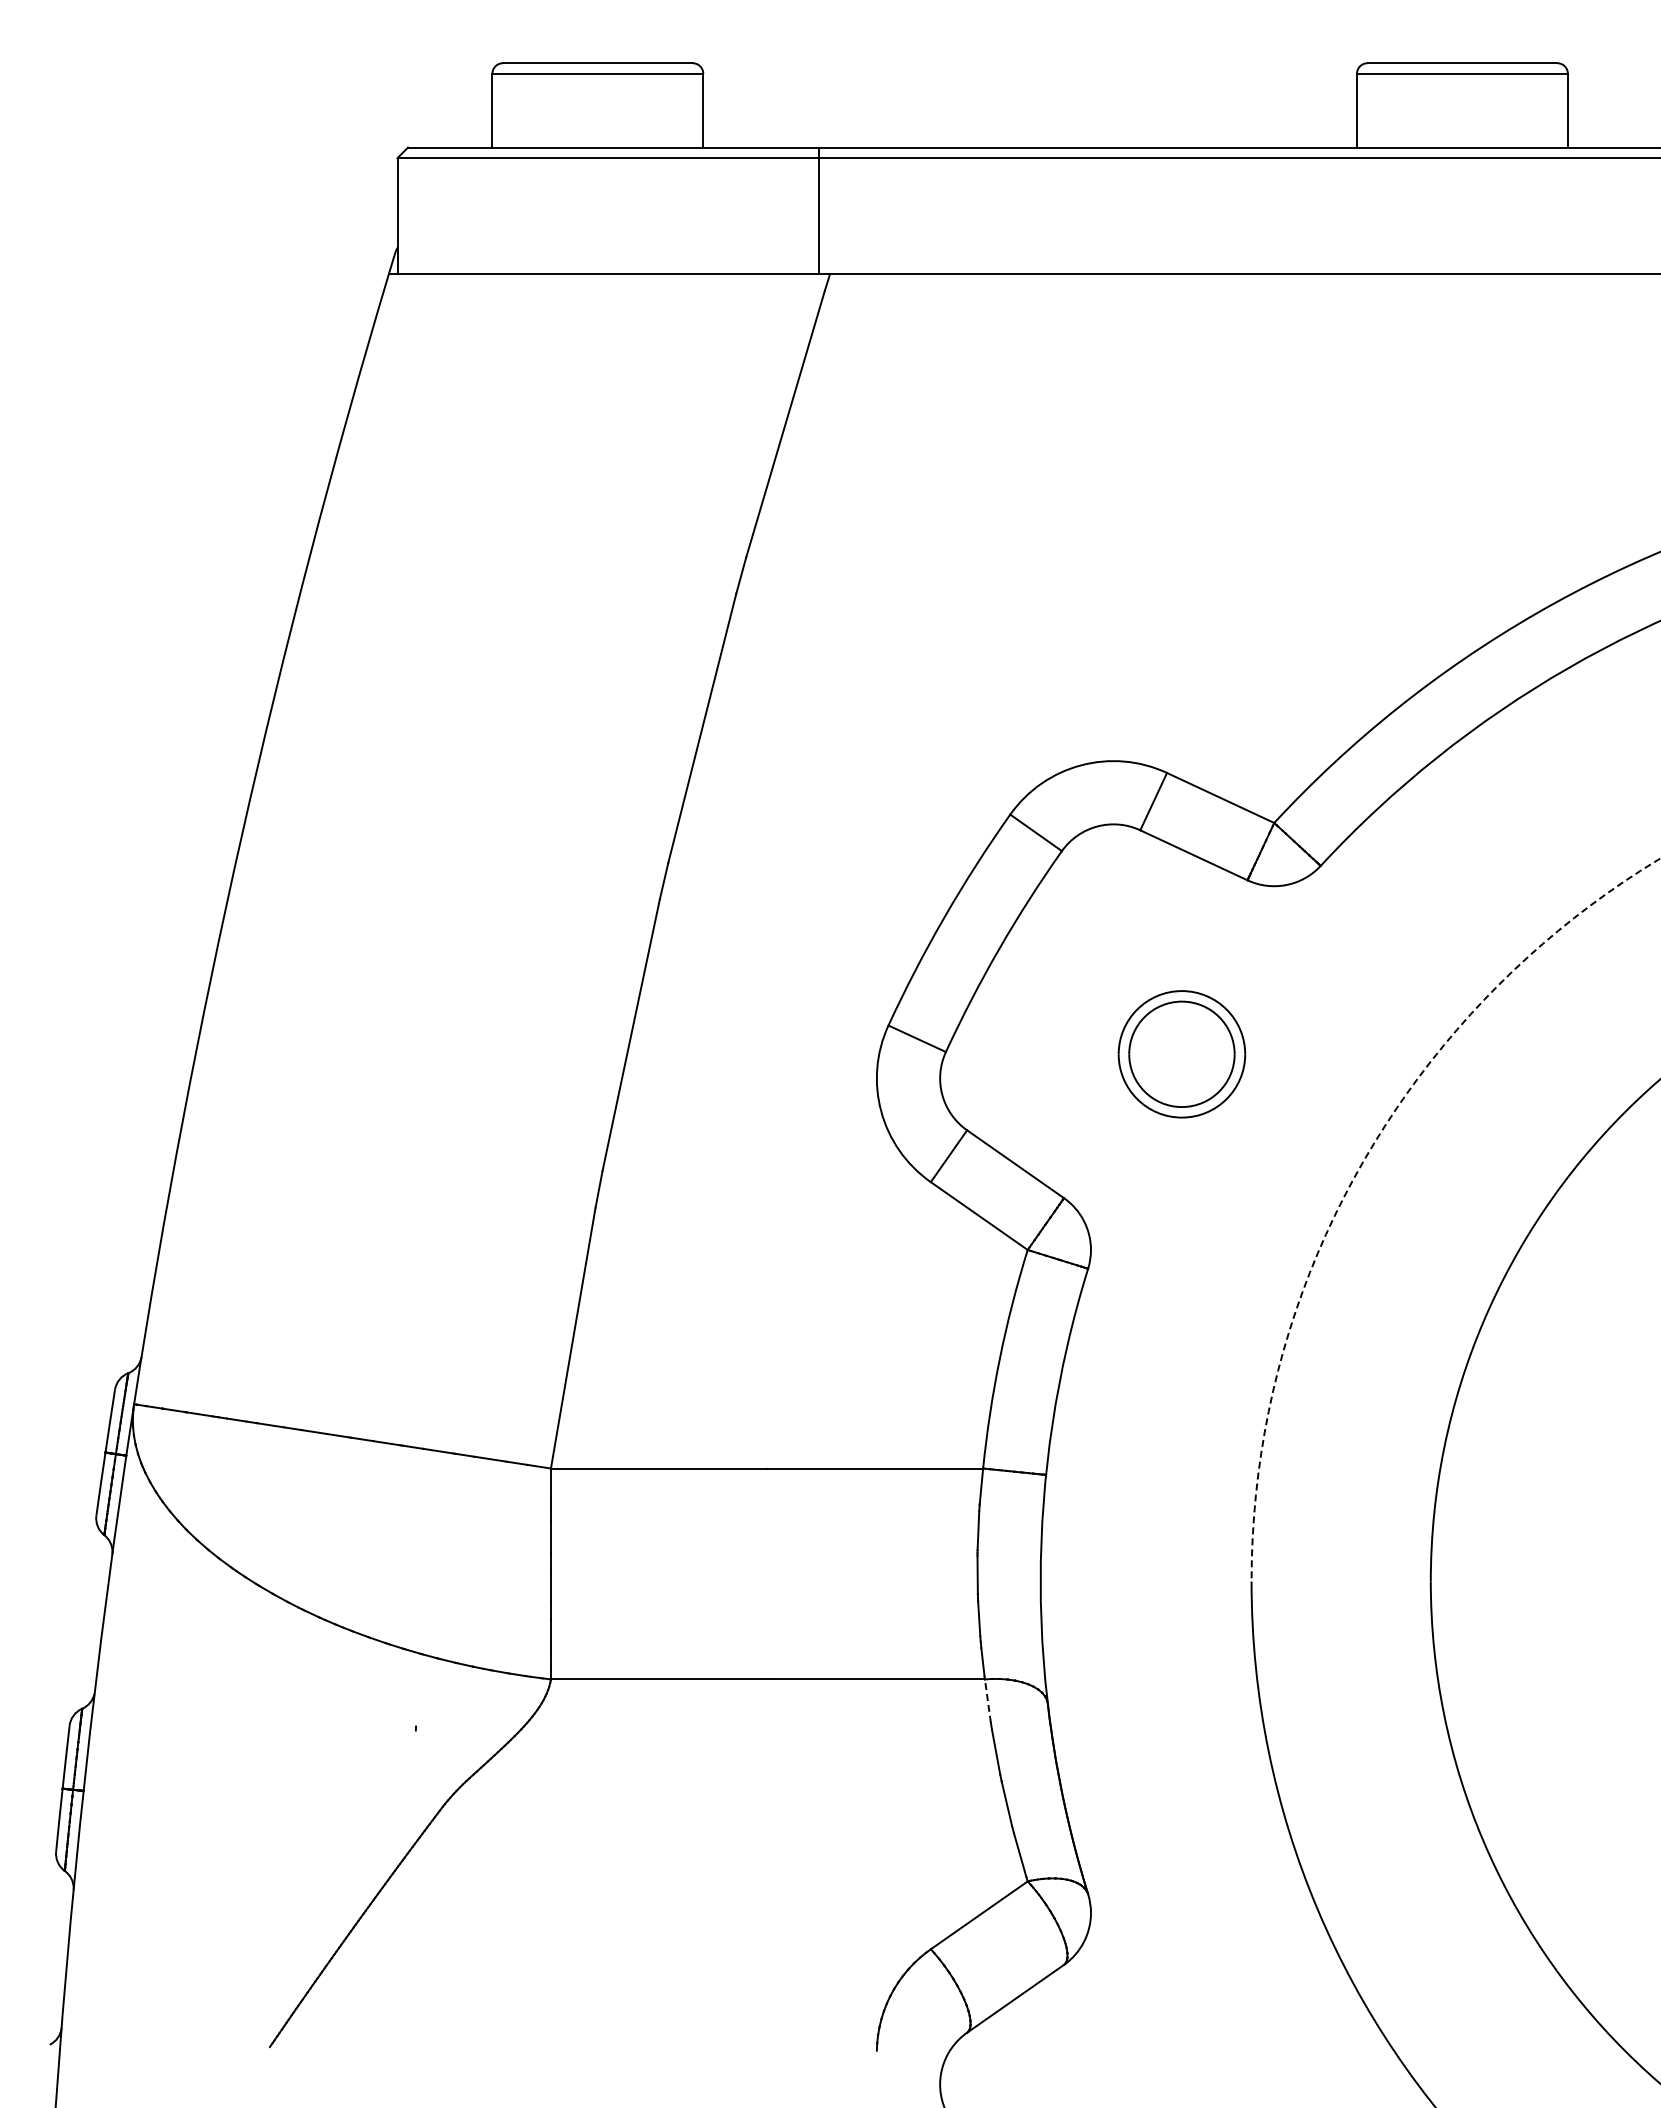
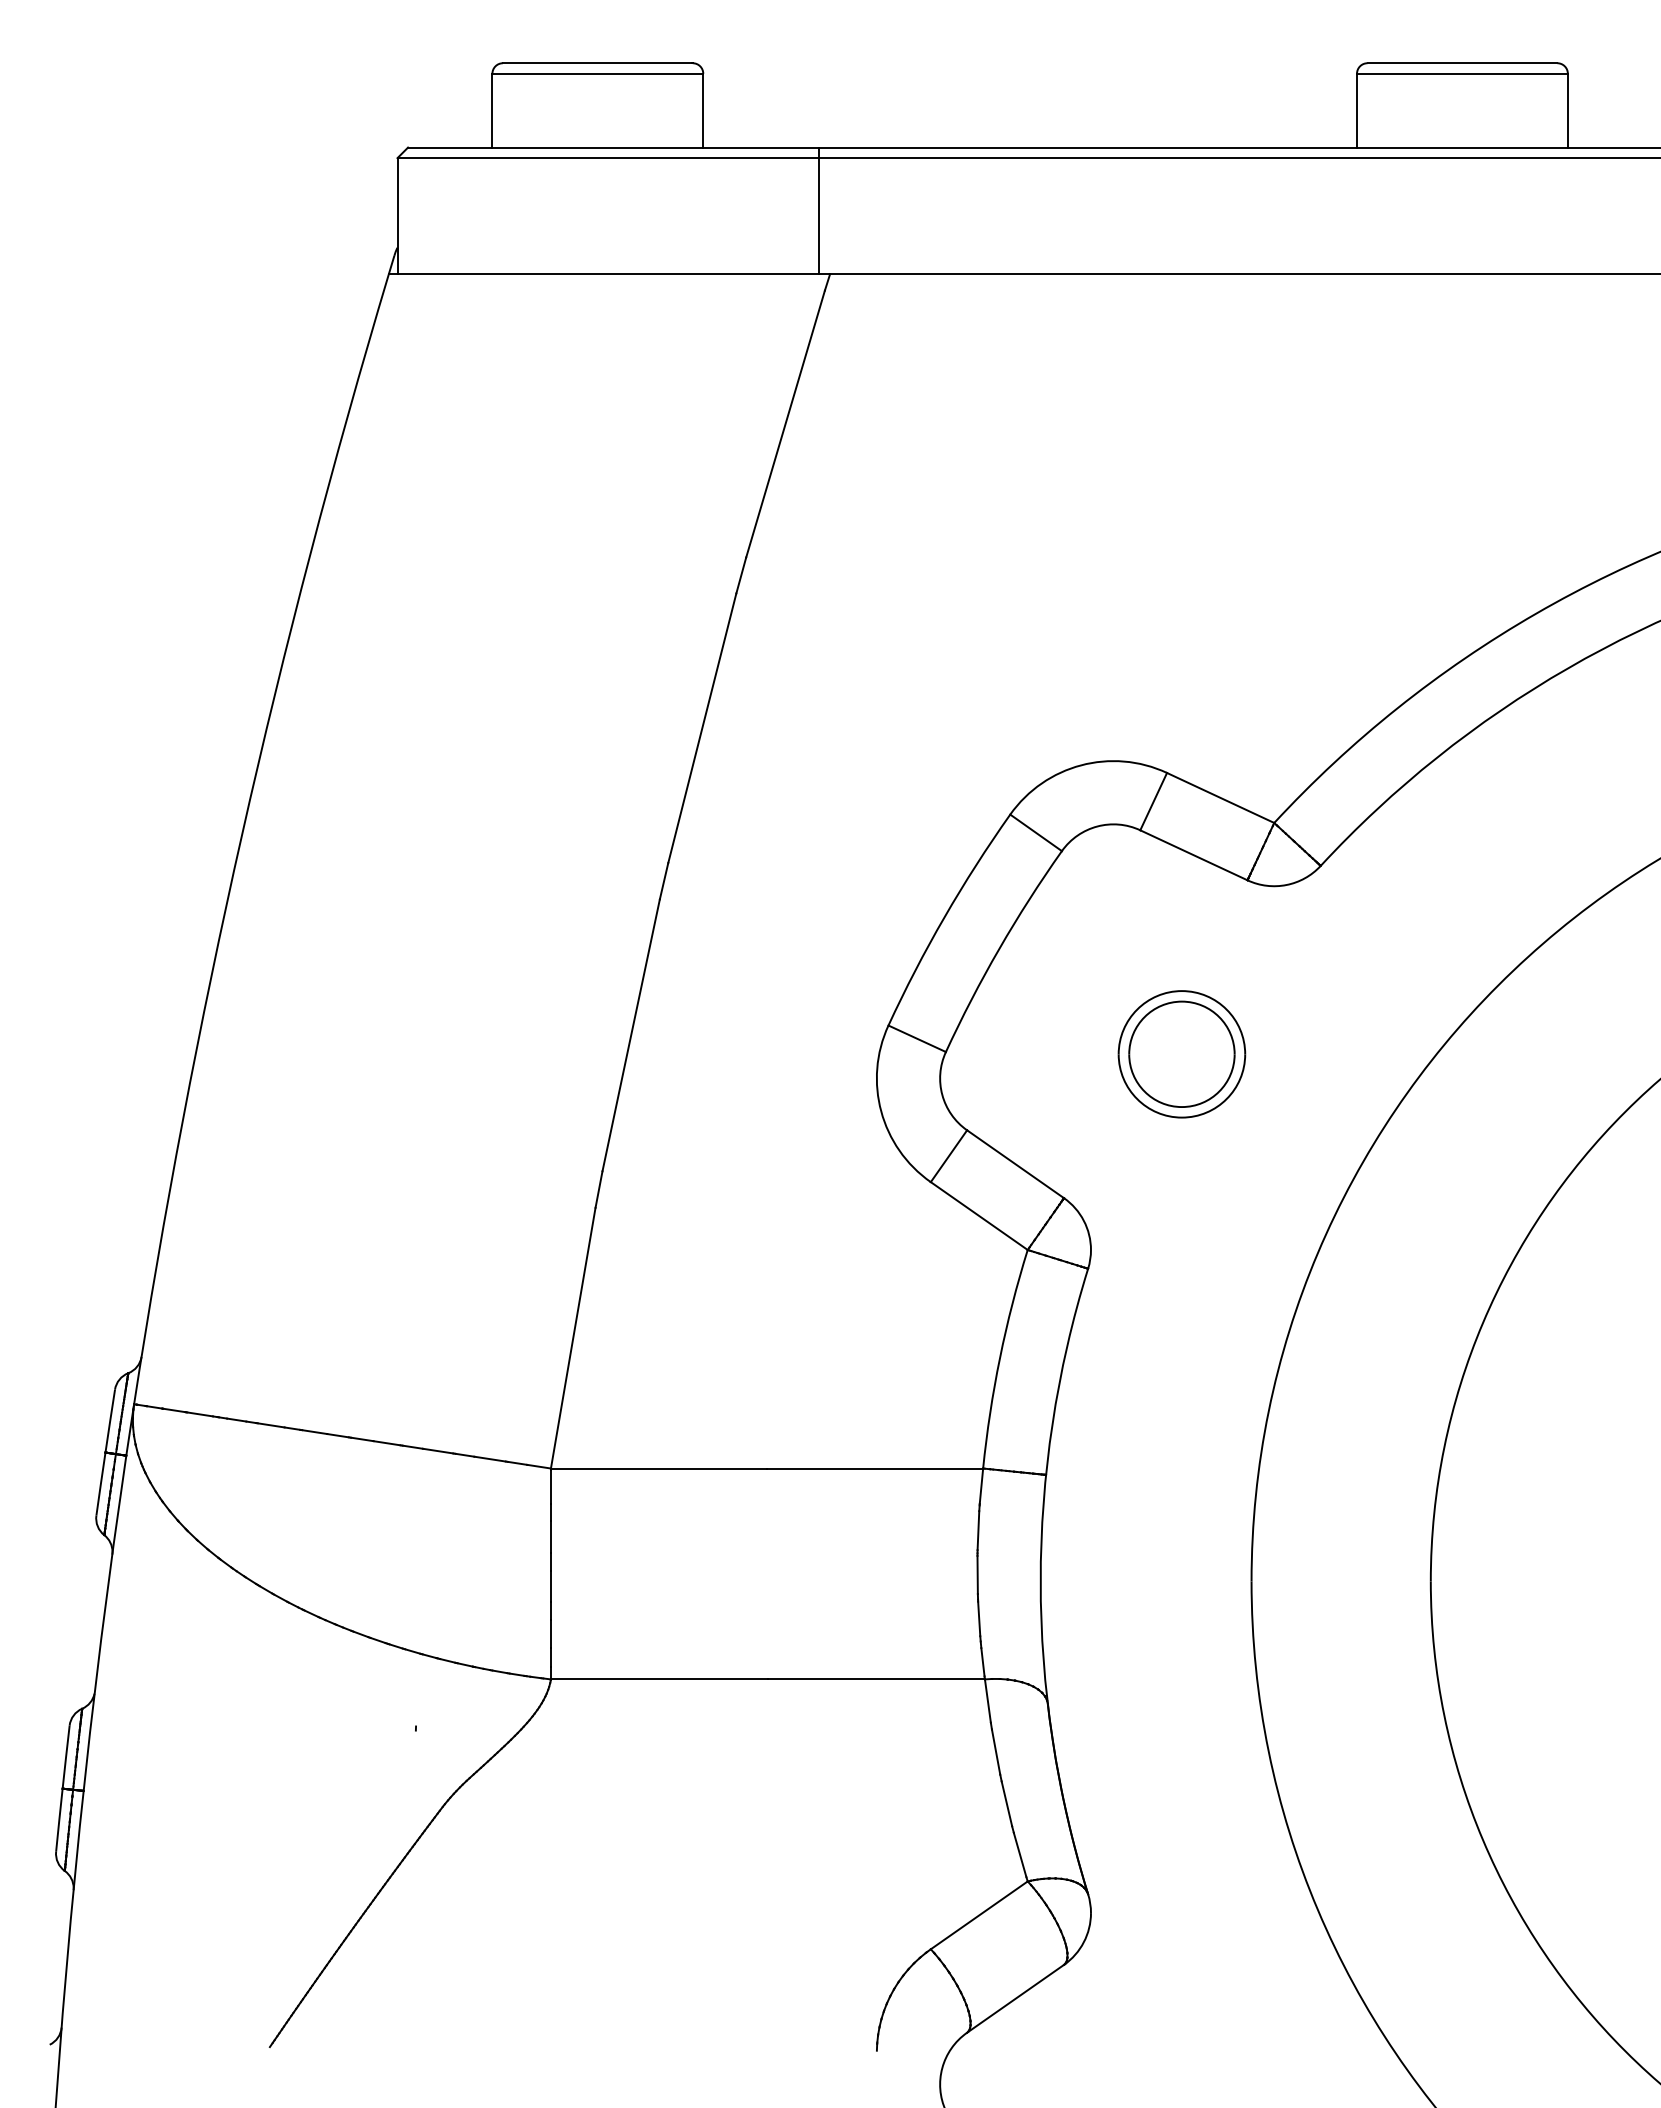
arc at (1362, 1163): dashed -> solid
line at (987, 1701): dashed -> solid
